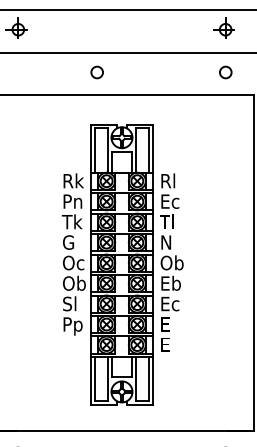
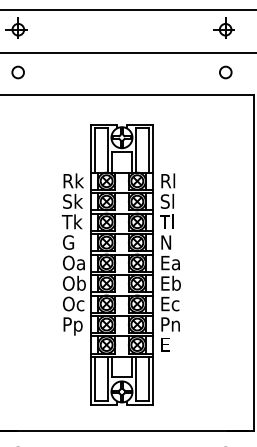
circle at (96, 72) position: (96, 72) -> (17, 72)
text at (72, 200): Pn -> Sk
text at (169, 200): Ec -> Sl
text at (171, 262): Ob -> Ea
text at (80, 264): Oc -> Oa
text at (73, 303): Sl -> Oc
text at (170, 324): E -> Pn
